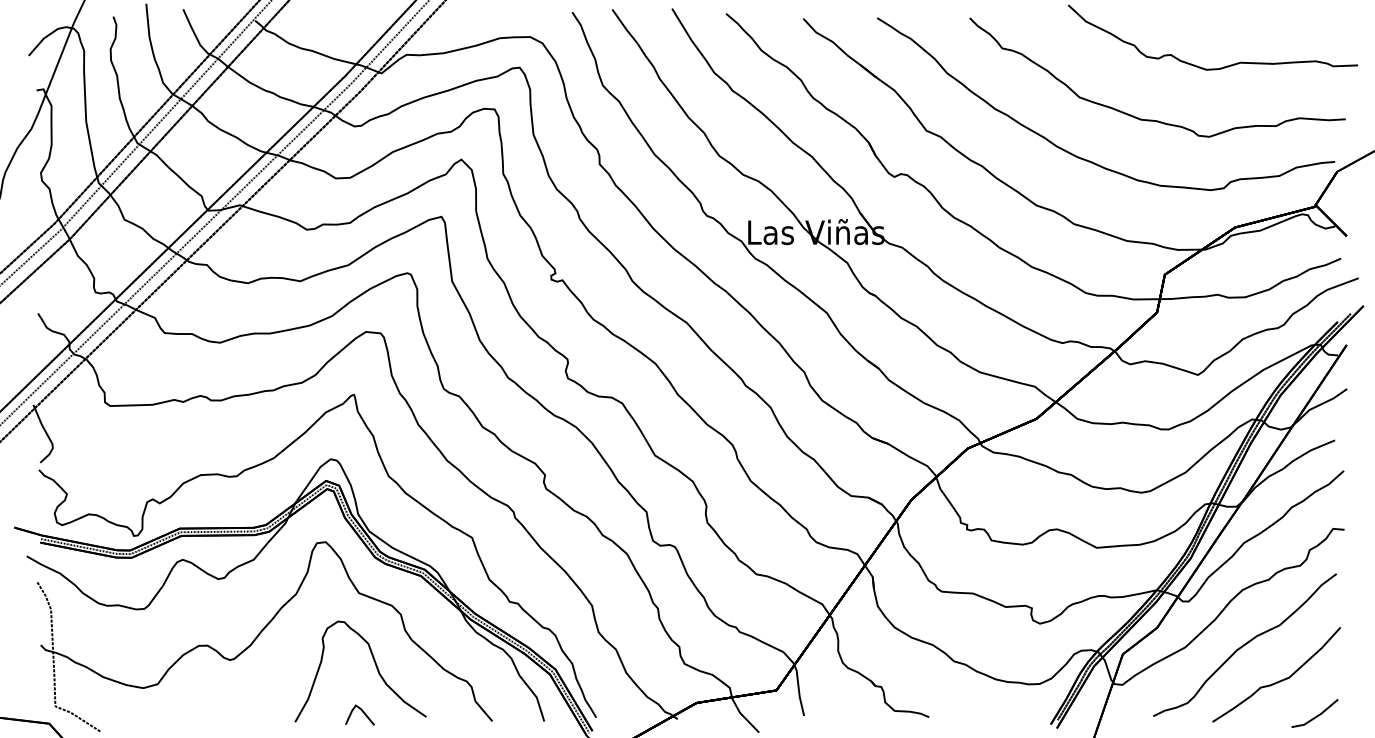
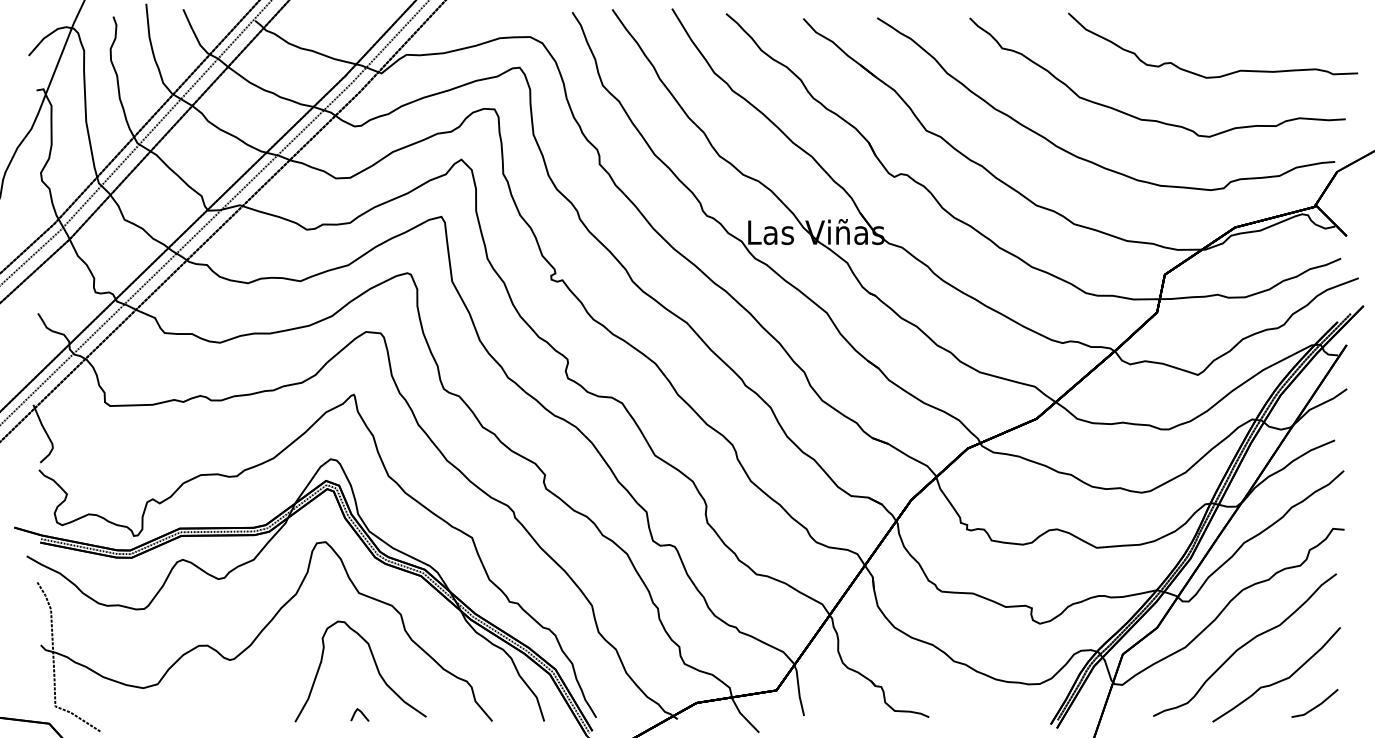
curve at (1223, 66) position: (1223, 66) -> (1223, 74)
part at (1314, 713) position: (1314, 713) -> (1314, 703)
part at (359, 714) size: 30x22 px -> 20x14 px
